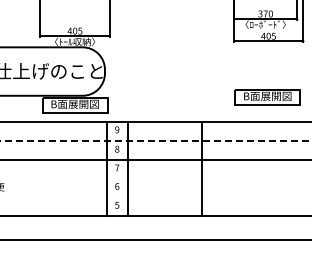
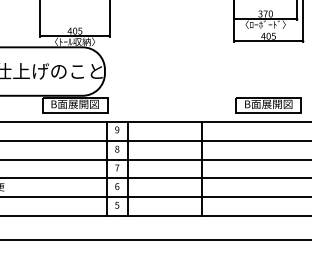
part at (267, 97) position: (267, 97) -> (268, 105)
line at (156, 140): dashed -> solid
line at (155, 178): none -> present
line at (155, 196): none -> present
